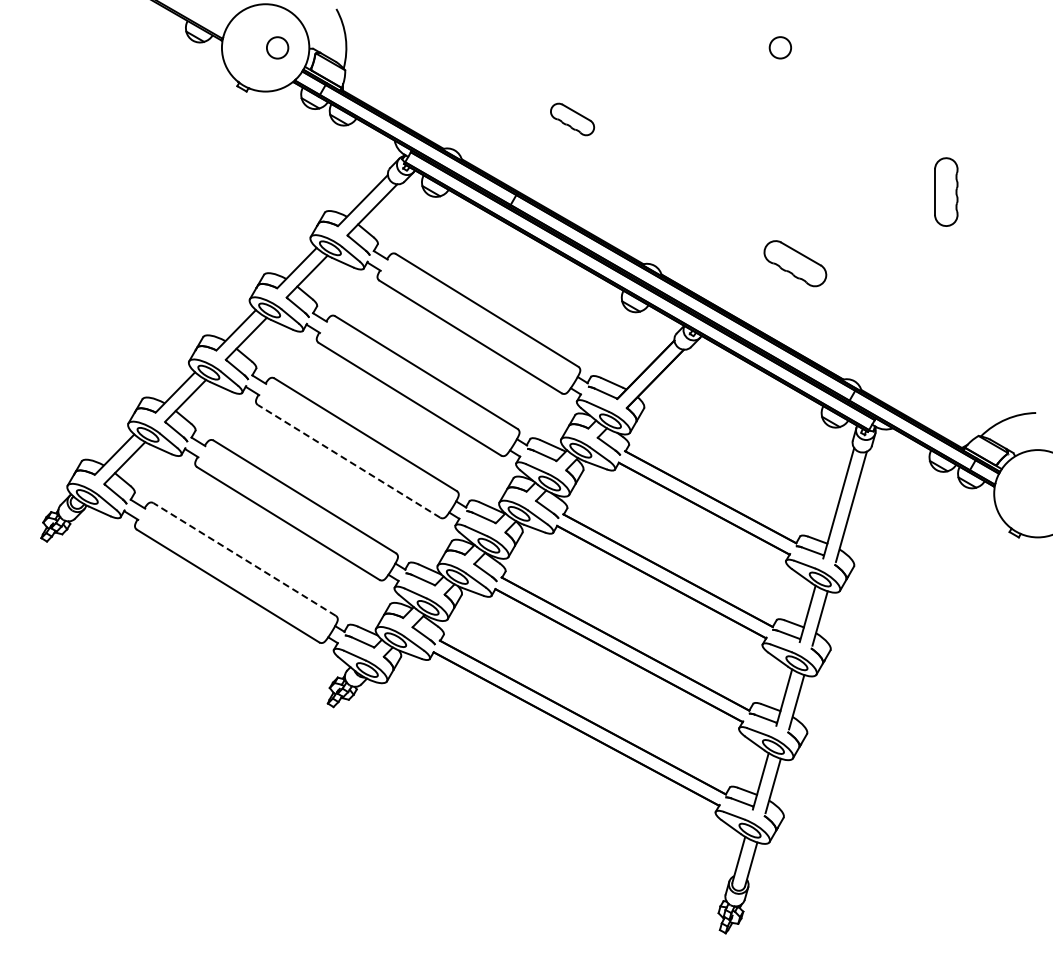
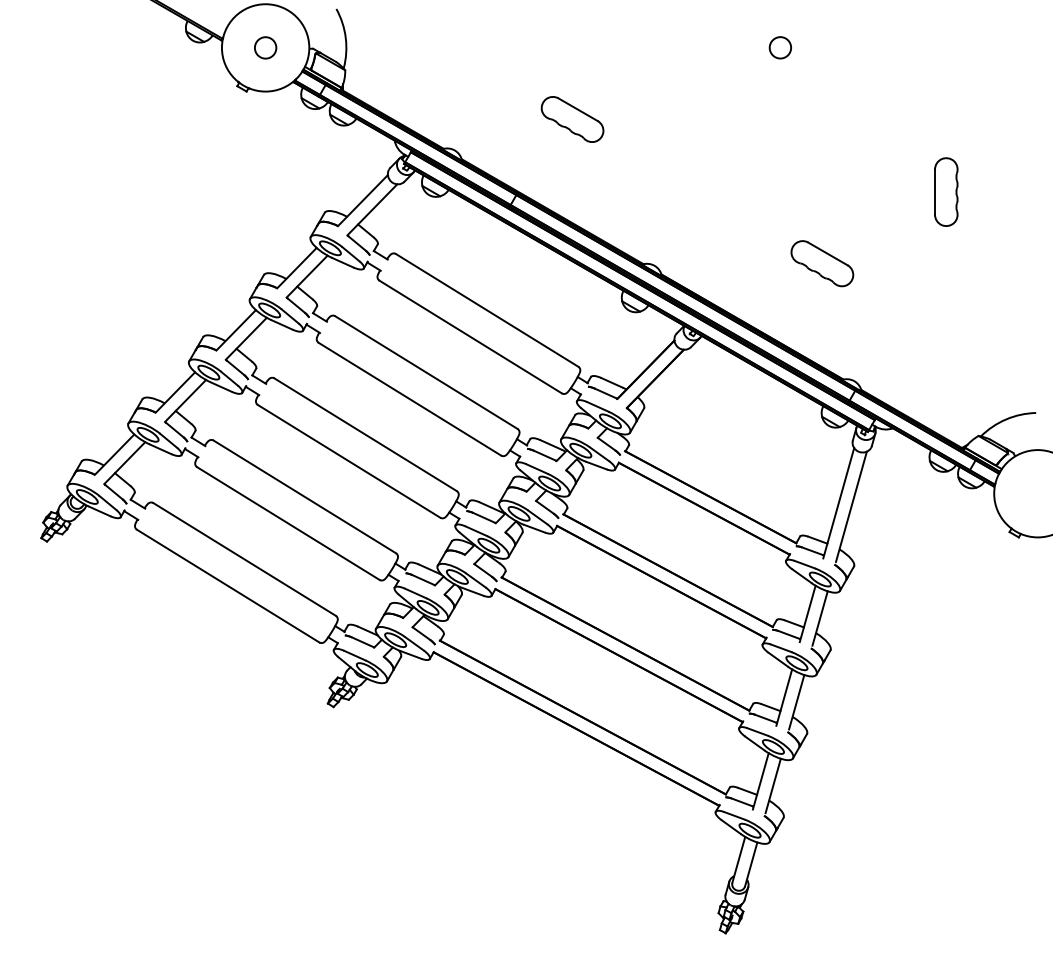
circle at (277, 47) position: (277, 47) -> (265, 47)
part at (572, 119) size: 46x35 px -> 65x47 px
part at (795, 263) position: (795, 263) -> (822, 263)
line at (348, 461): dashed -> solid
line at (244, 559): dashed -> solid
